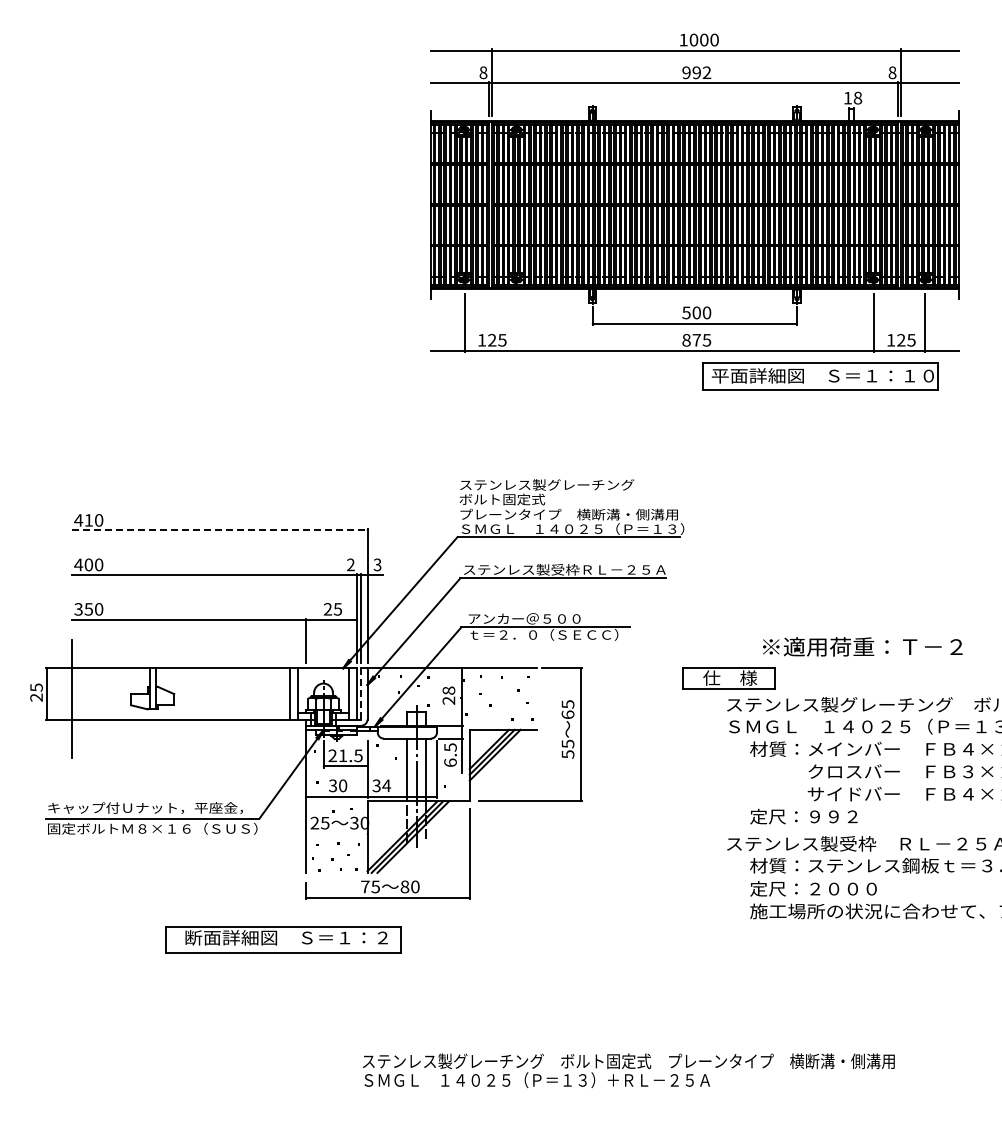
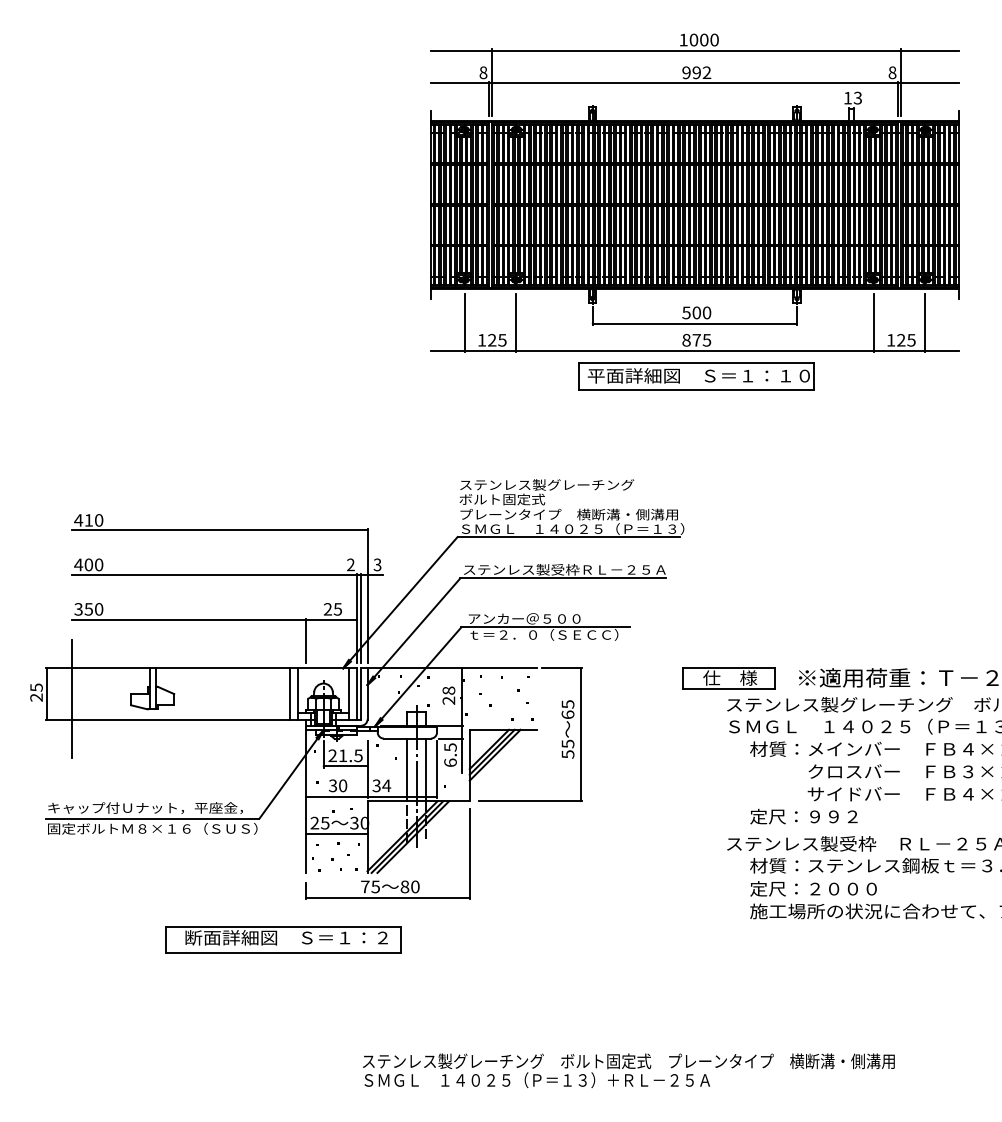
text at (857, 97): 18 -> 13
line at (515, 322): none -> present
part at (820, 376) position: (820, 376) -> (696, 376)
line at (219, 530): dashed -> solid
text at (862, 646) position: (862, 646) -> (898, 677)
line at (361, 694): dashed -> solid
line at (336, 834): none -> present
